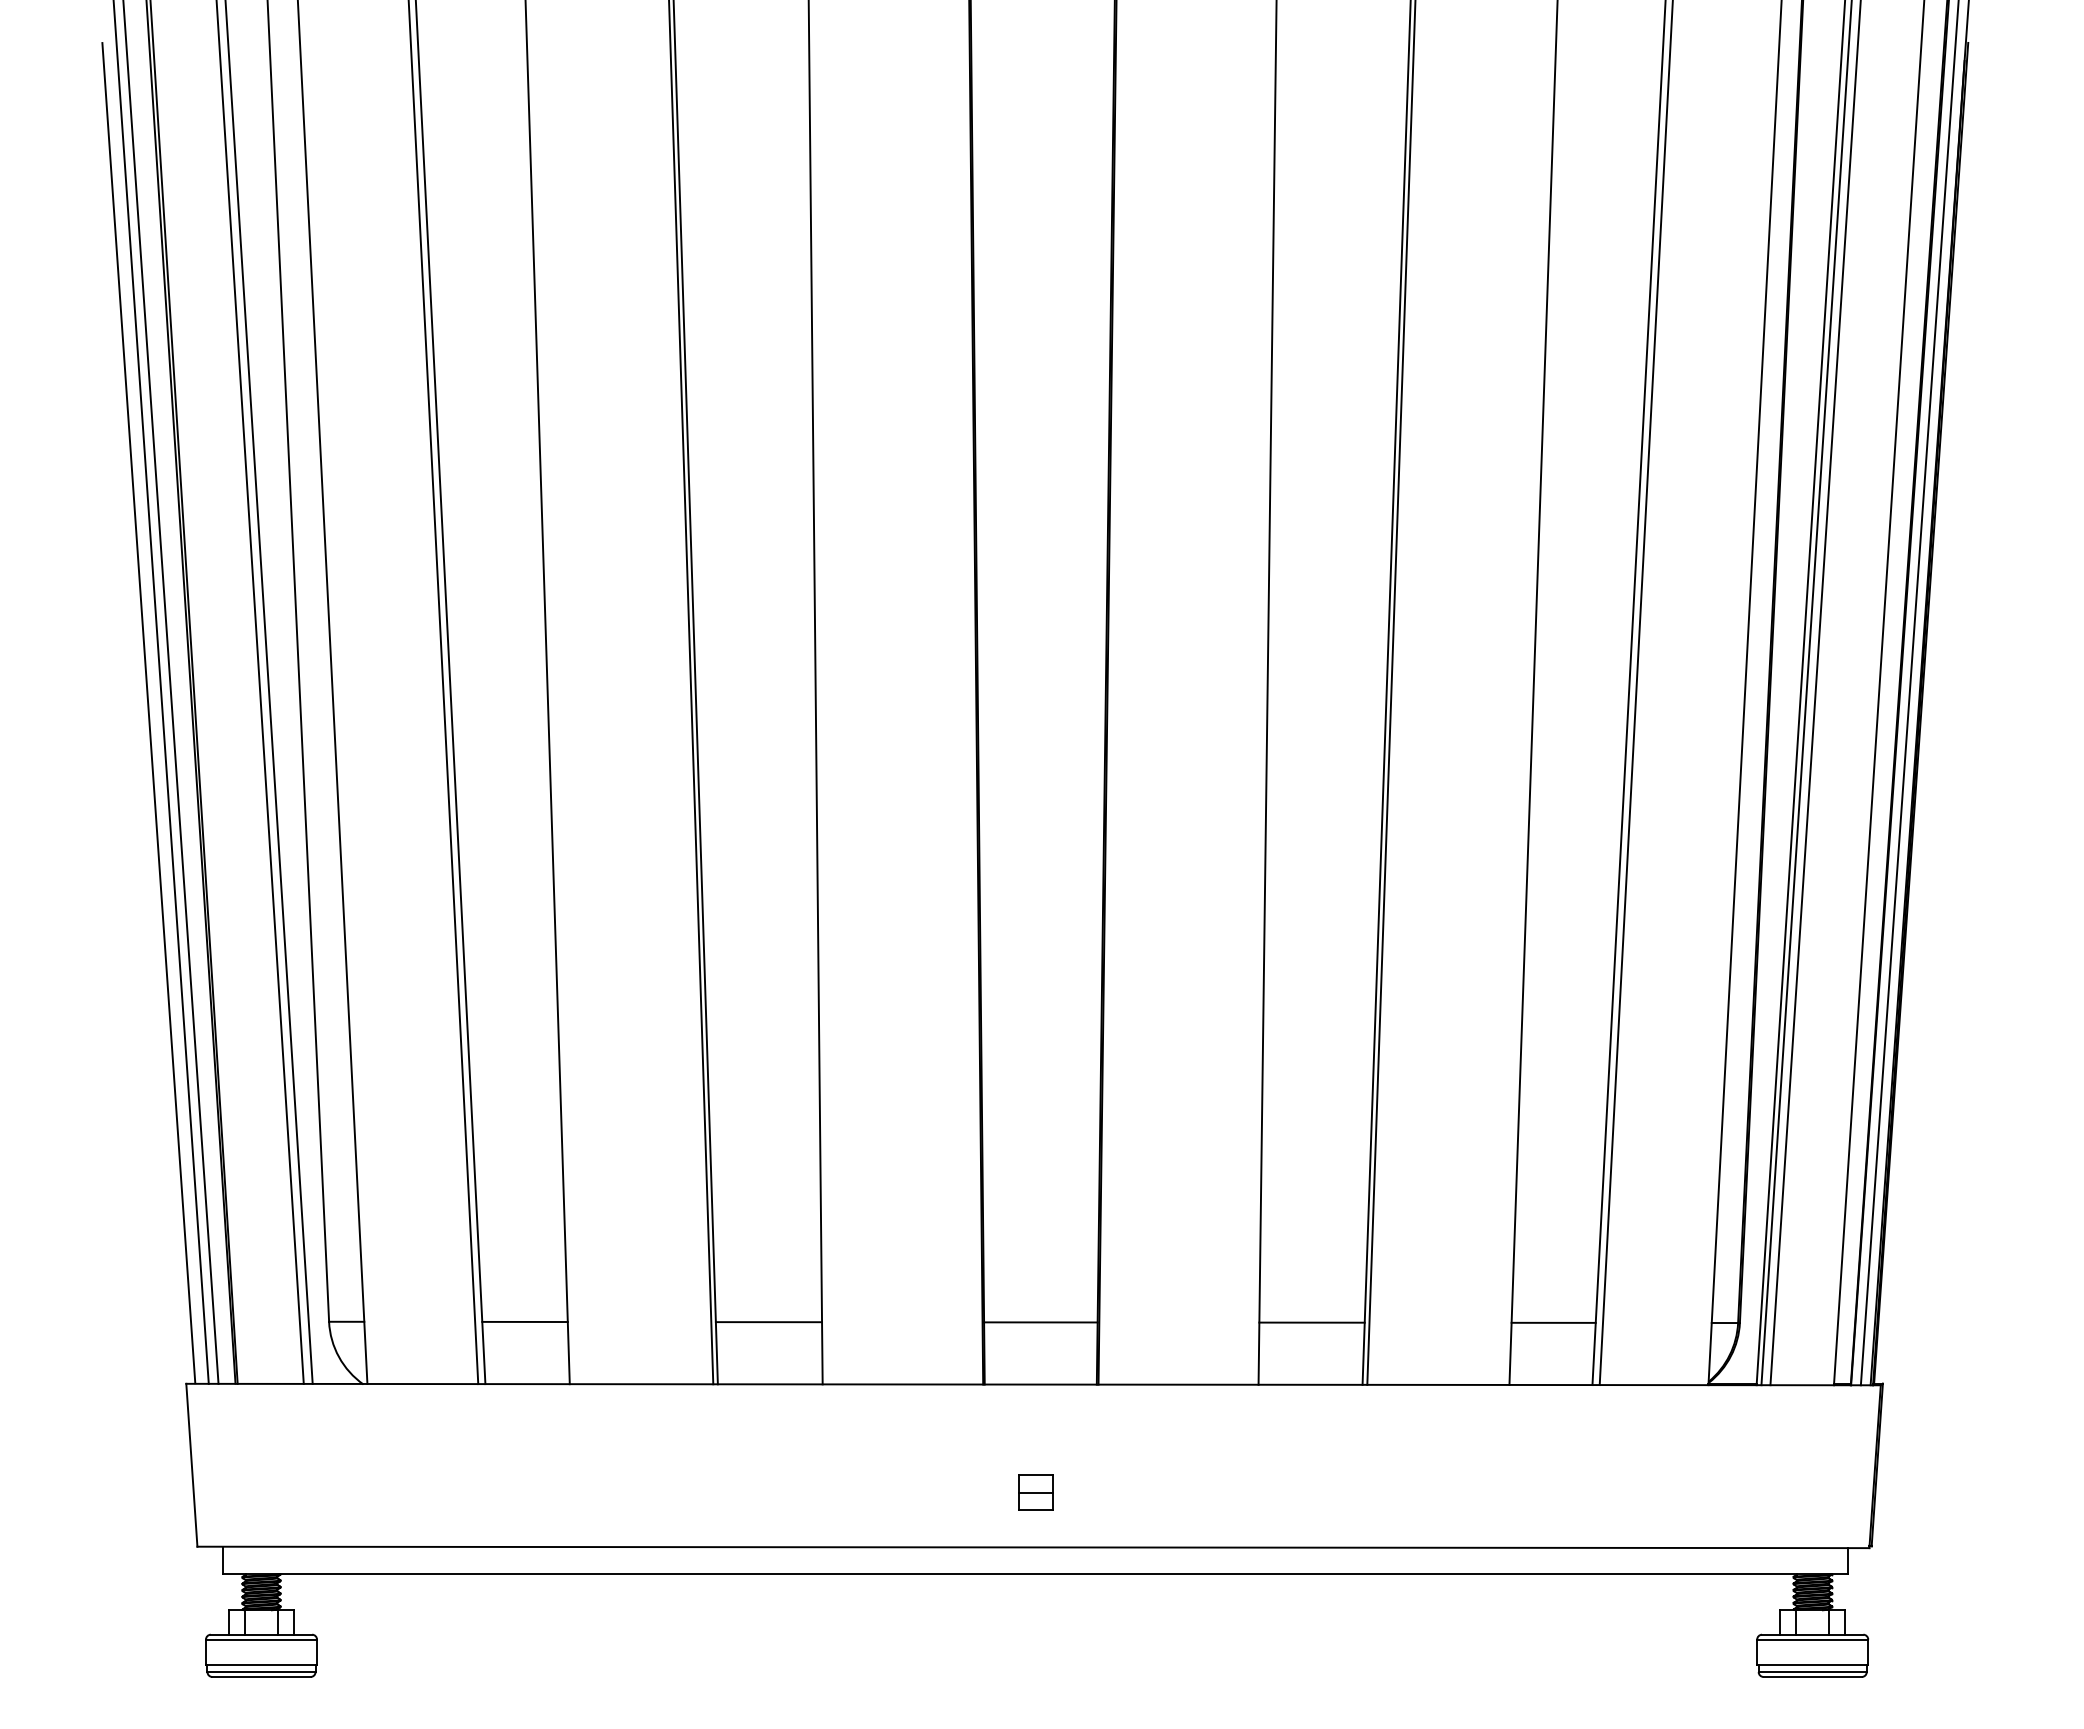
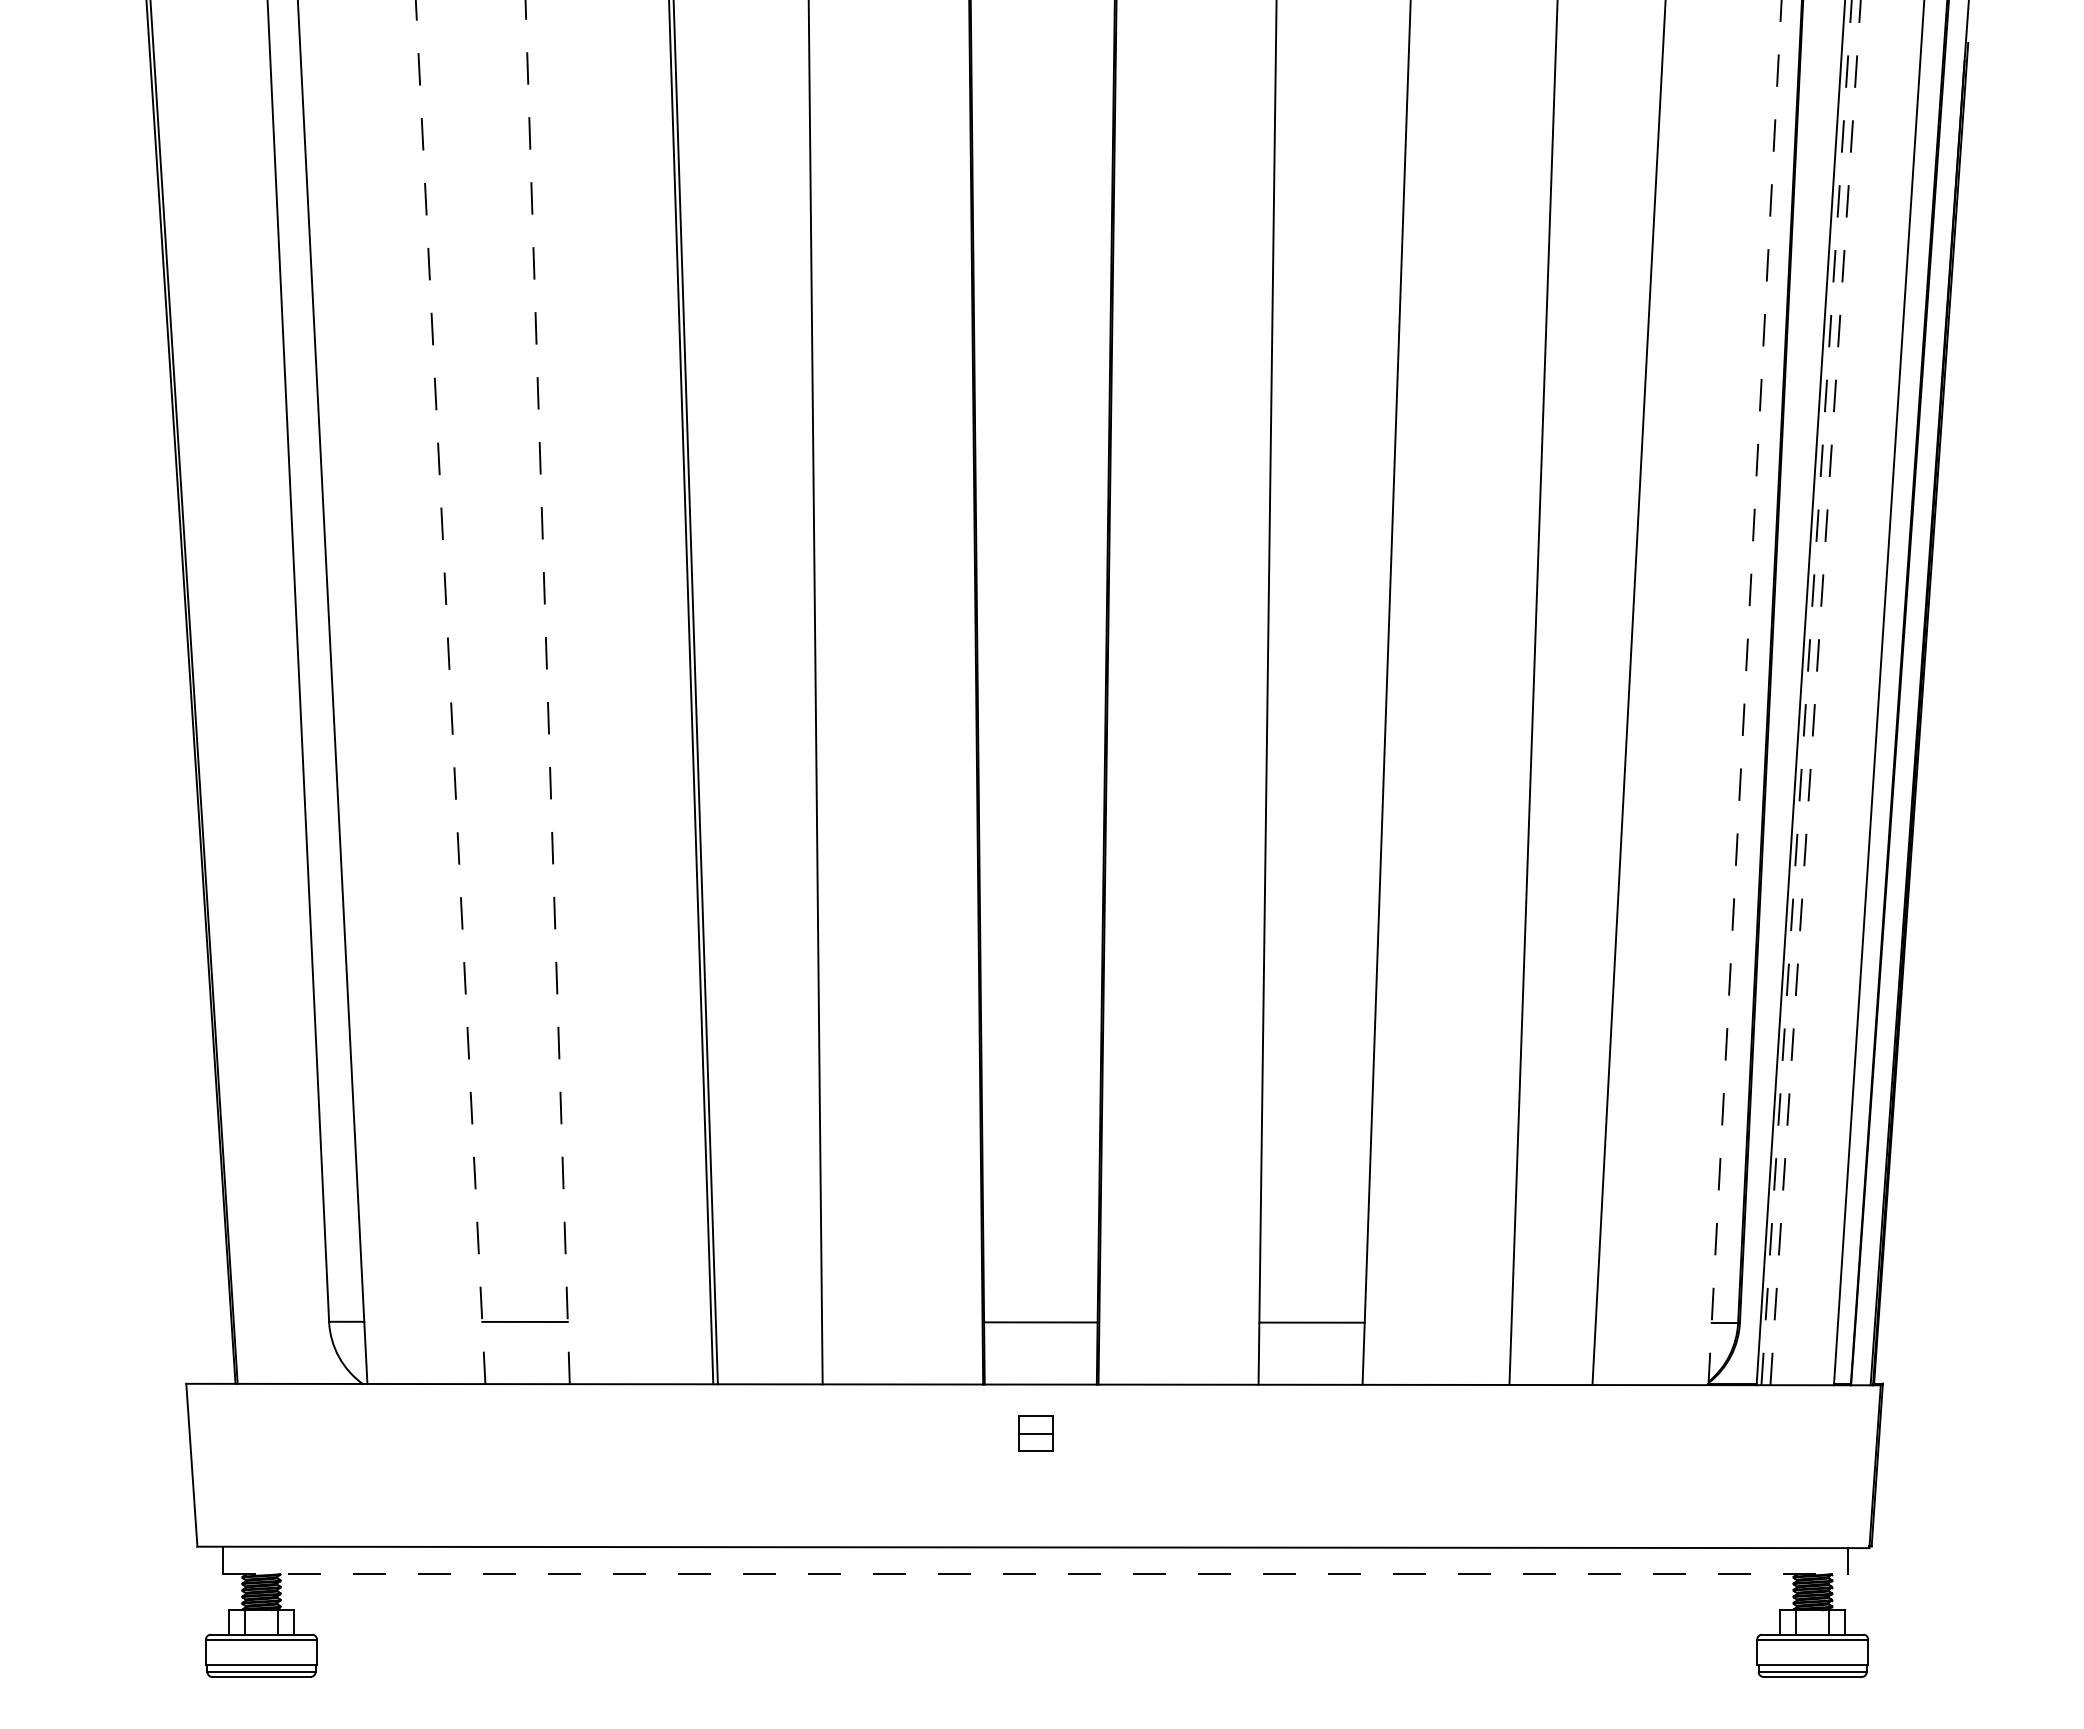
line at (450, 691): solid -> dashed
line at (547, 691): solid -> dashed
line at (160, 692): present -> none
line at (170, 692): present -> none
line at (259, 692): present -> none
line at (268, 692): present -> none
line at (1745, 692): solid -> dashed
line at (1806, 692): solid -> dashed
line at (1815, 692): solid -> dashed
line at (443, 693): present -> none
line at (1391, 693): present -> none
line at (1635, 693): present -> none
line at (1909, 693): present -> none
line at (148, 713): present -> none
line at (768, 1322): present -> none
line at (1553, 1322): present -> none
part at (1035, 1492) position: (1035, 1492) -> (1035, 1433)
line at (1035, 1573): solid -> dashed
